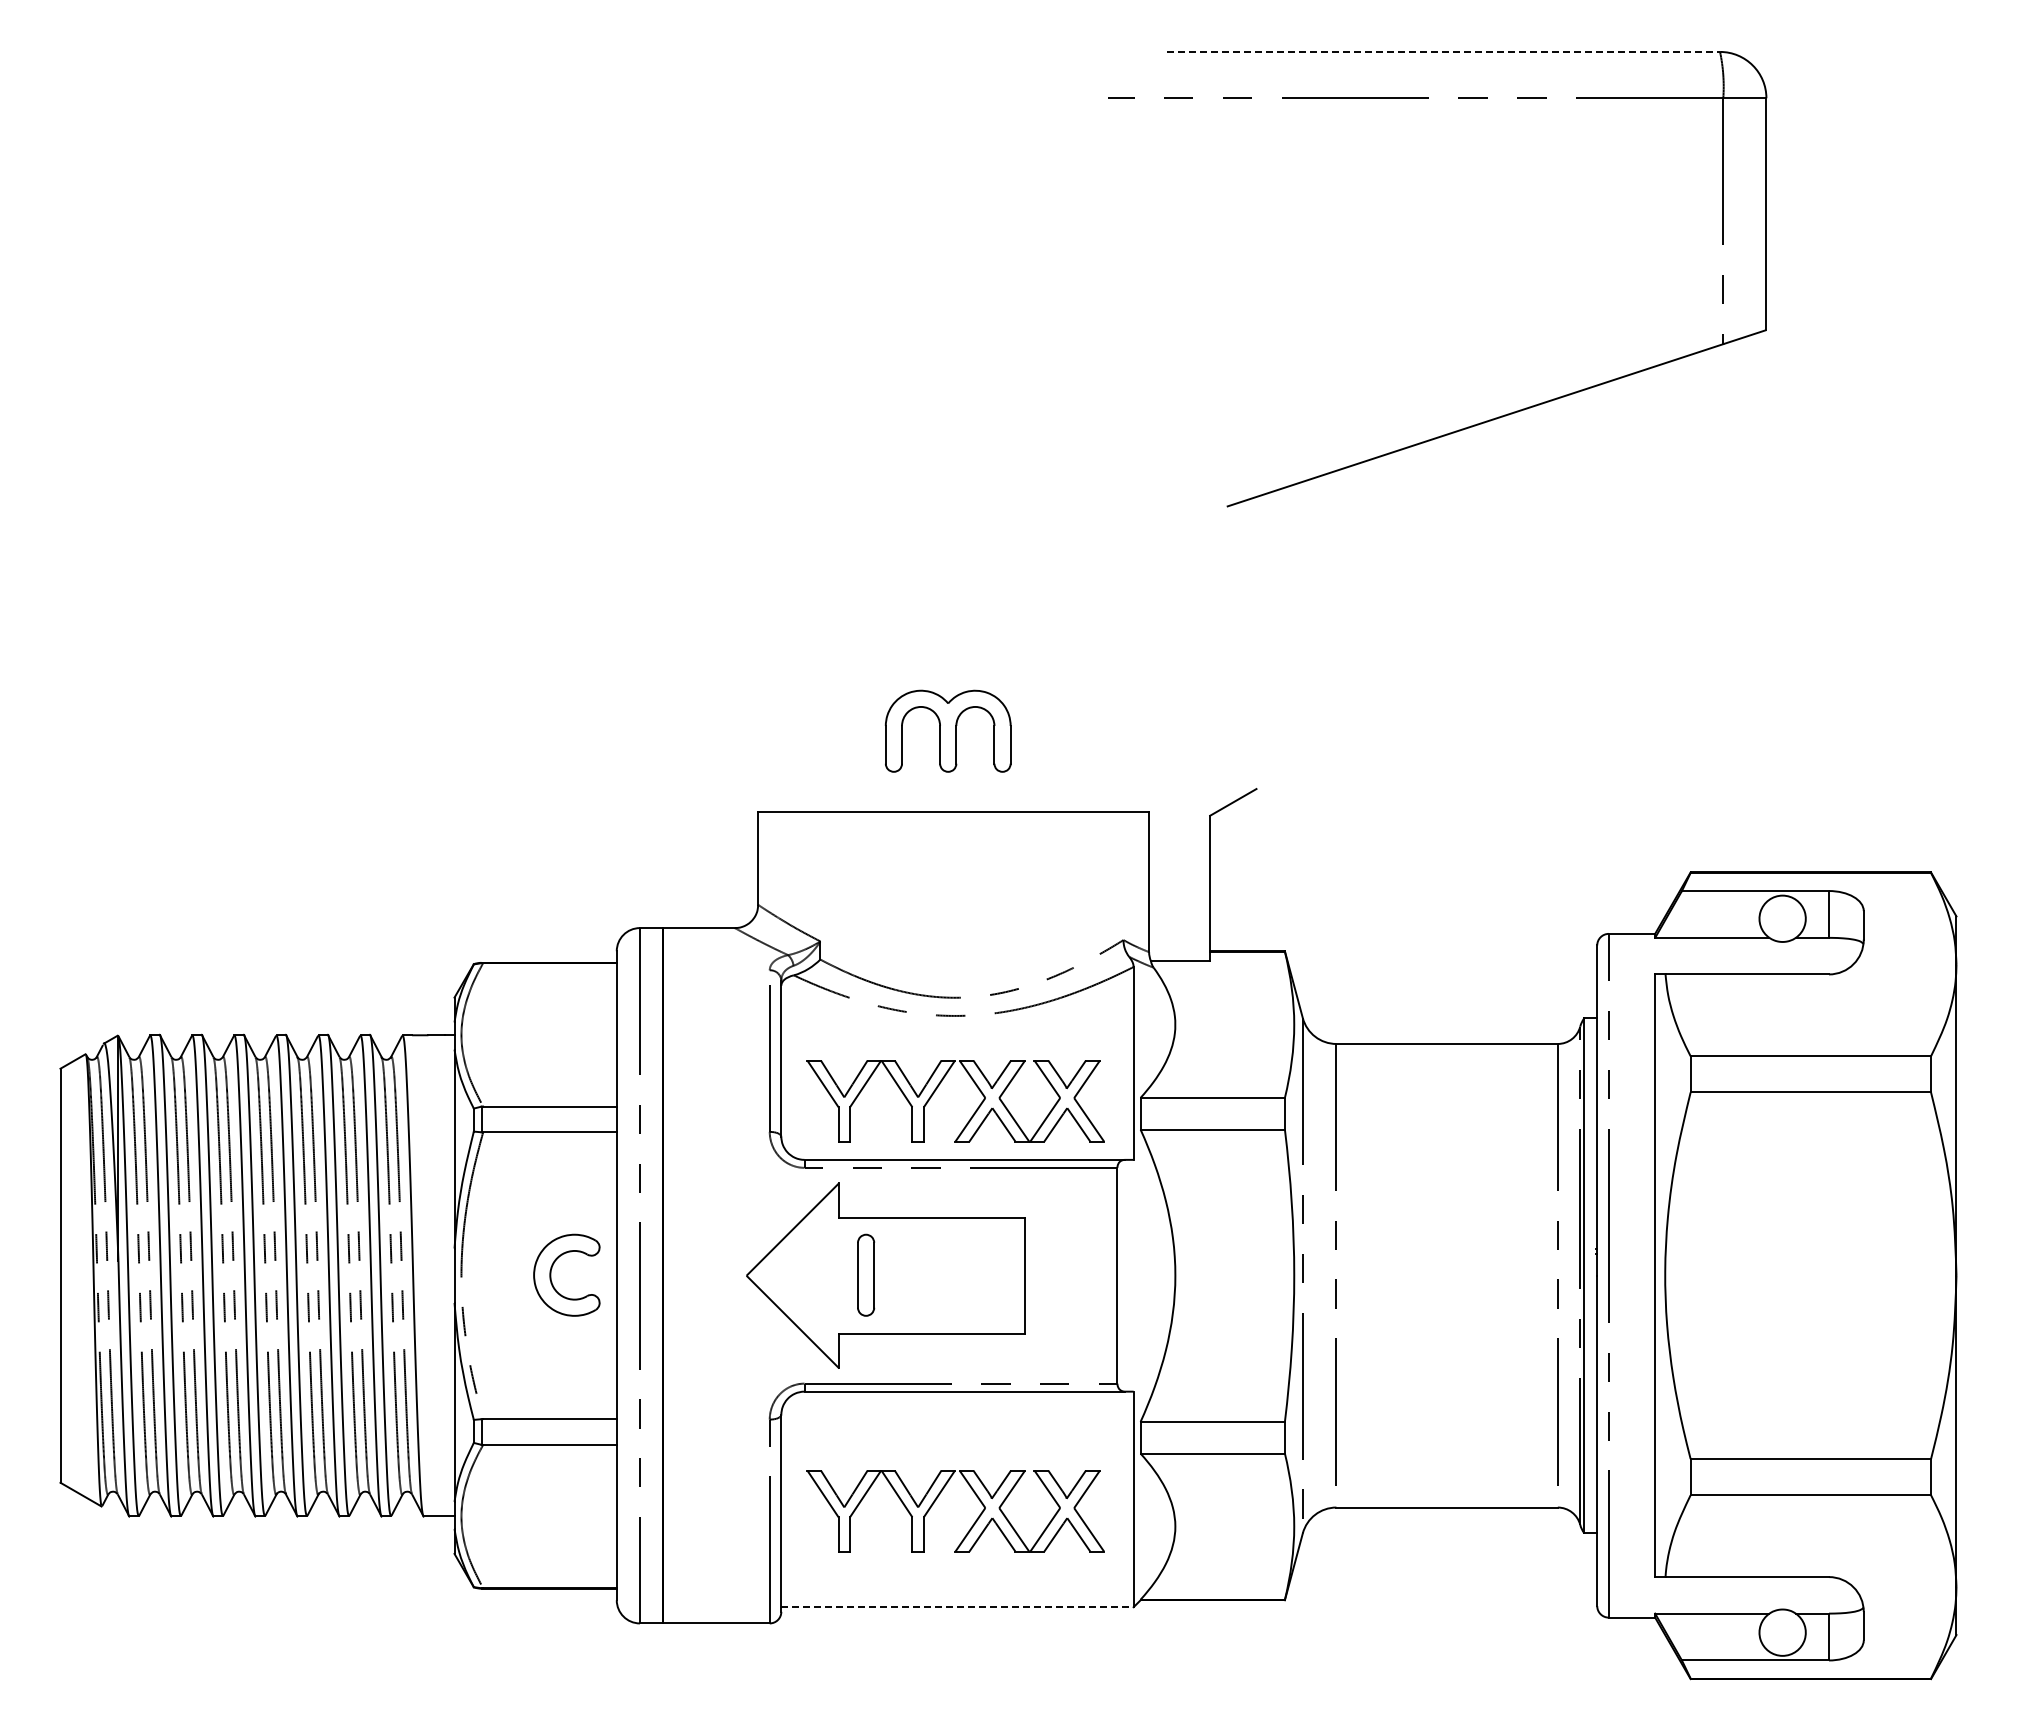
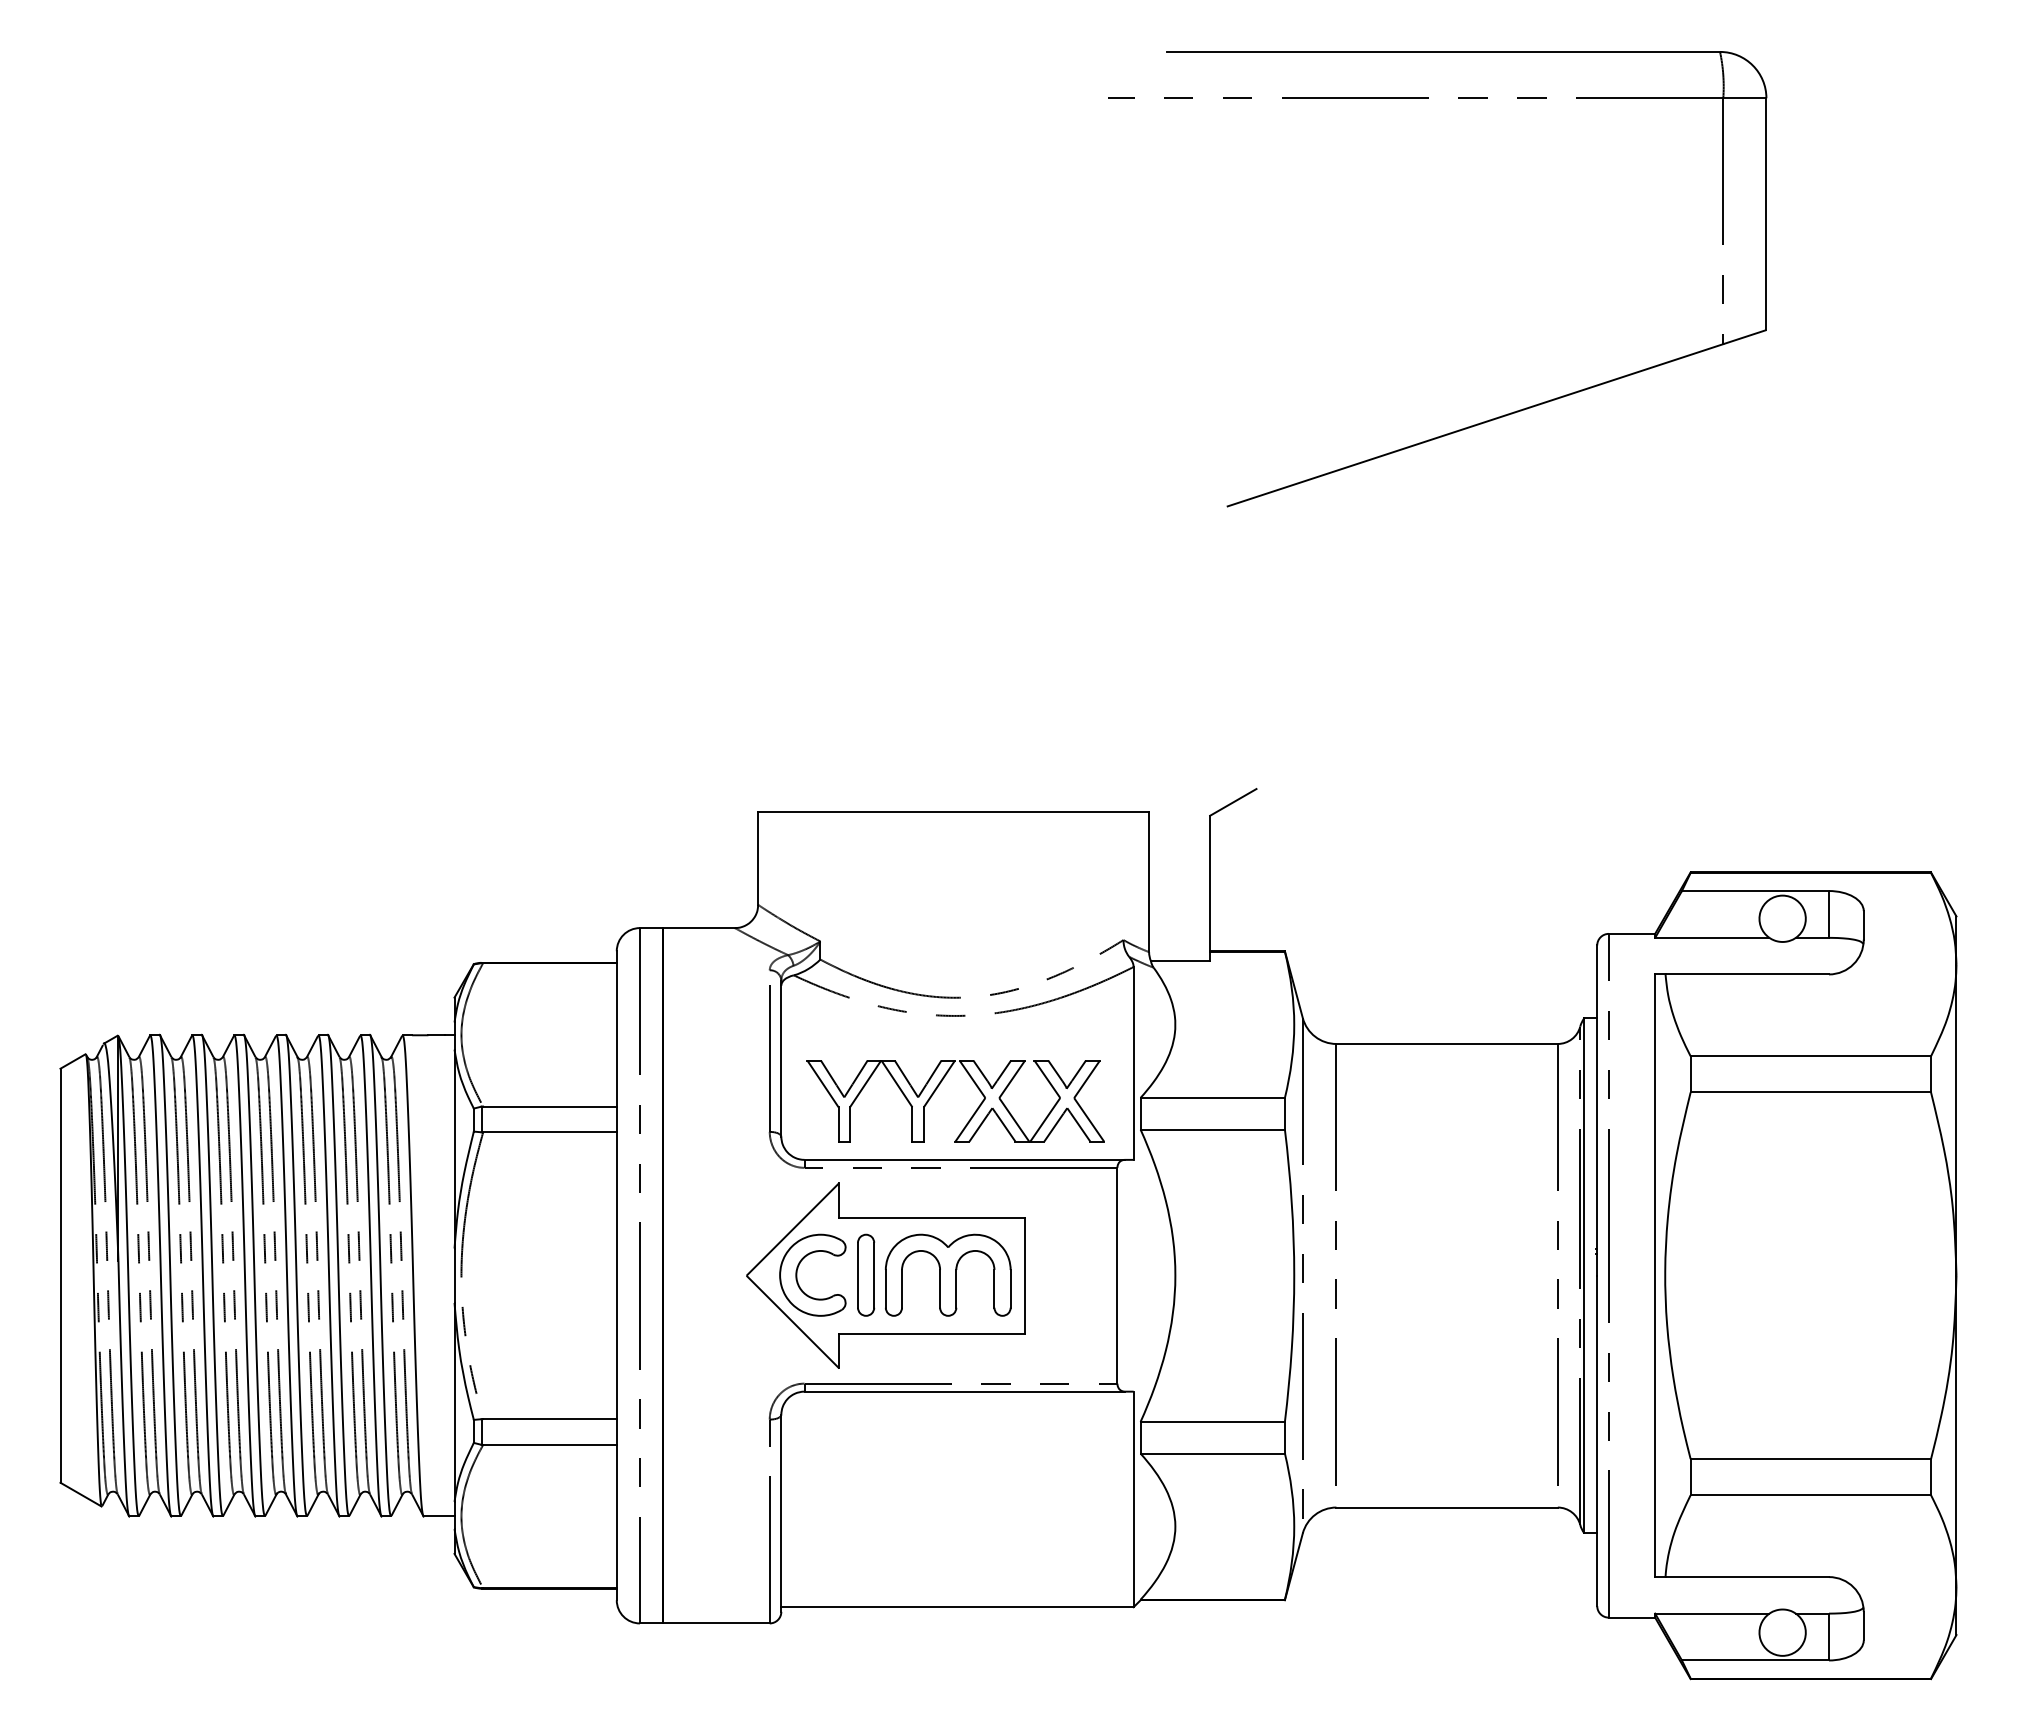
line at (1443, 51): dashed -> solid
part at (947, 730) position: (947, 730) -> (947, 1274)
part at (551, 1274) position: (551, 1274) -> (797, 1274)
part at (972, 1524): present -> none
line at (958, 1607): dashed -> solid
